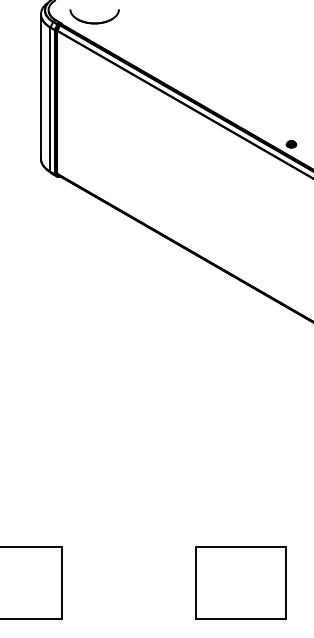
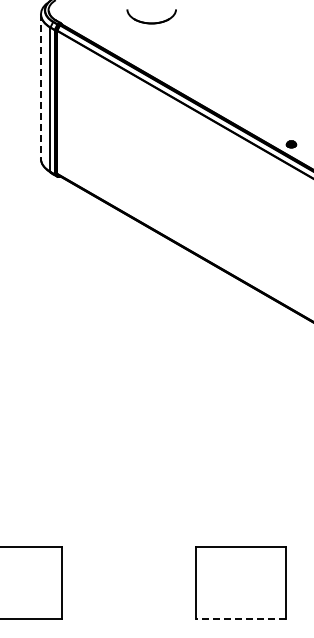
part at (94, 16) position: (94, 16) -> (151, 16)
line at (40, 87): solid -> dashed
line at (240, 618): solid -> dashed
